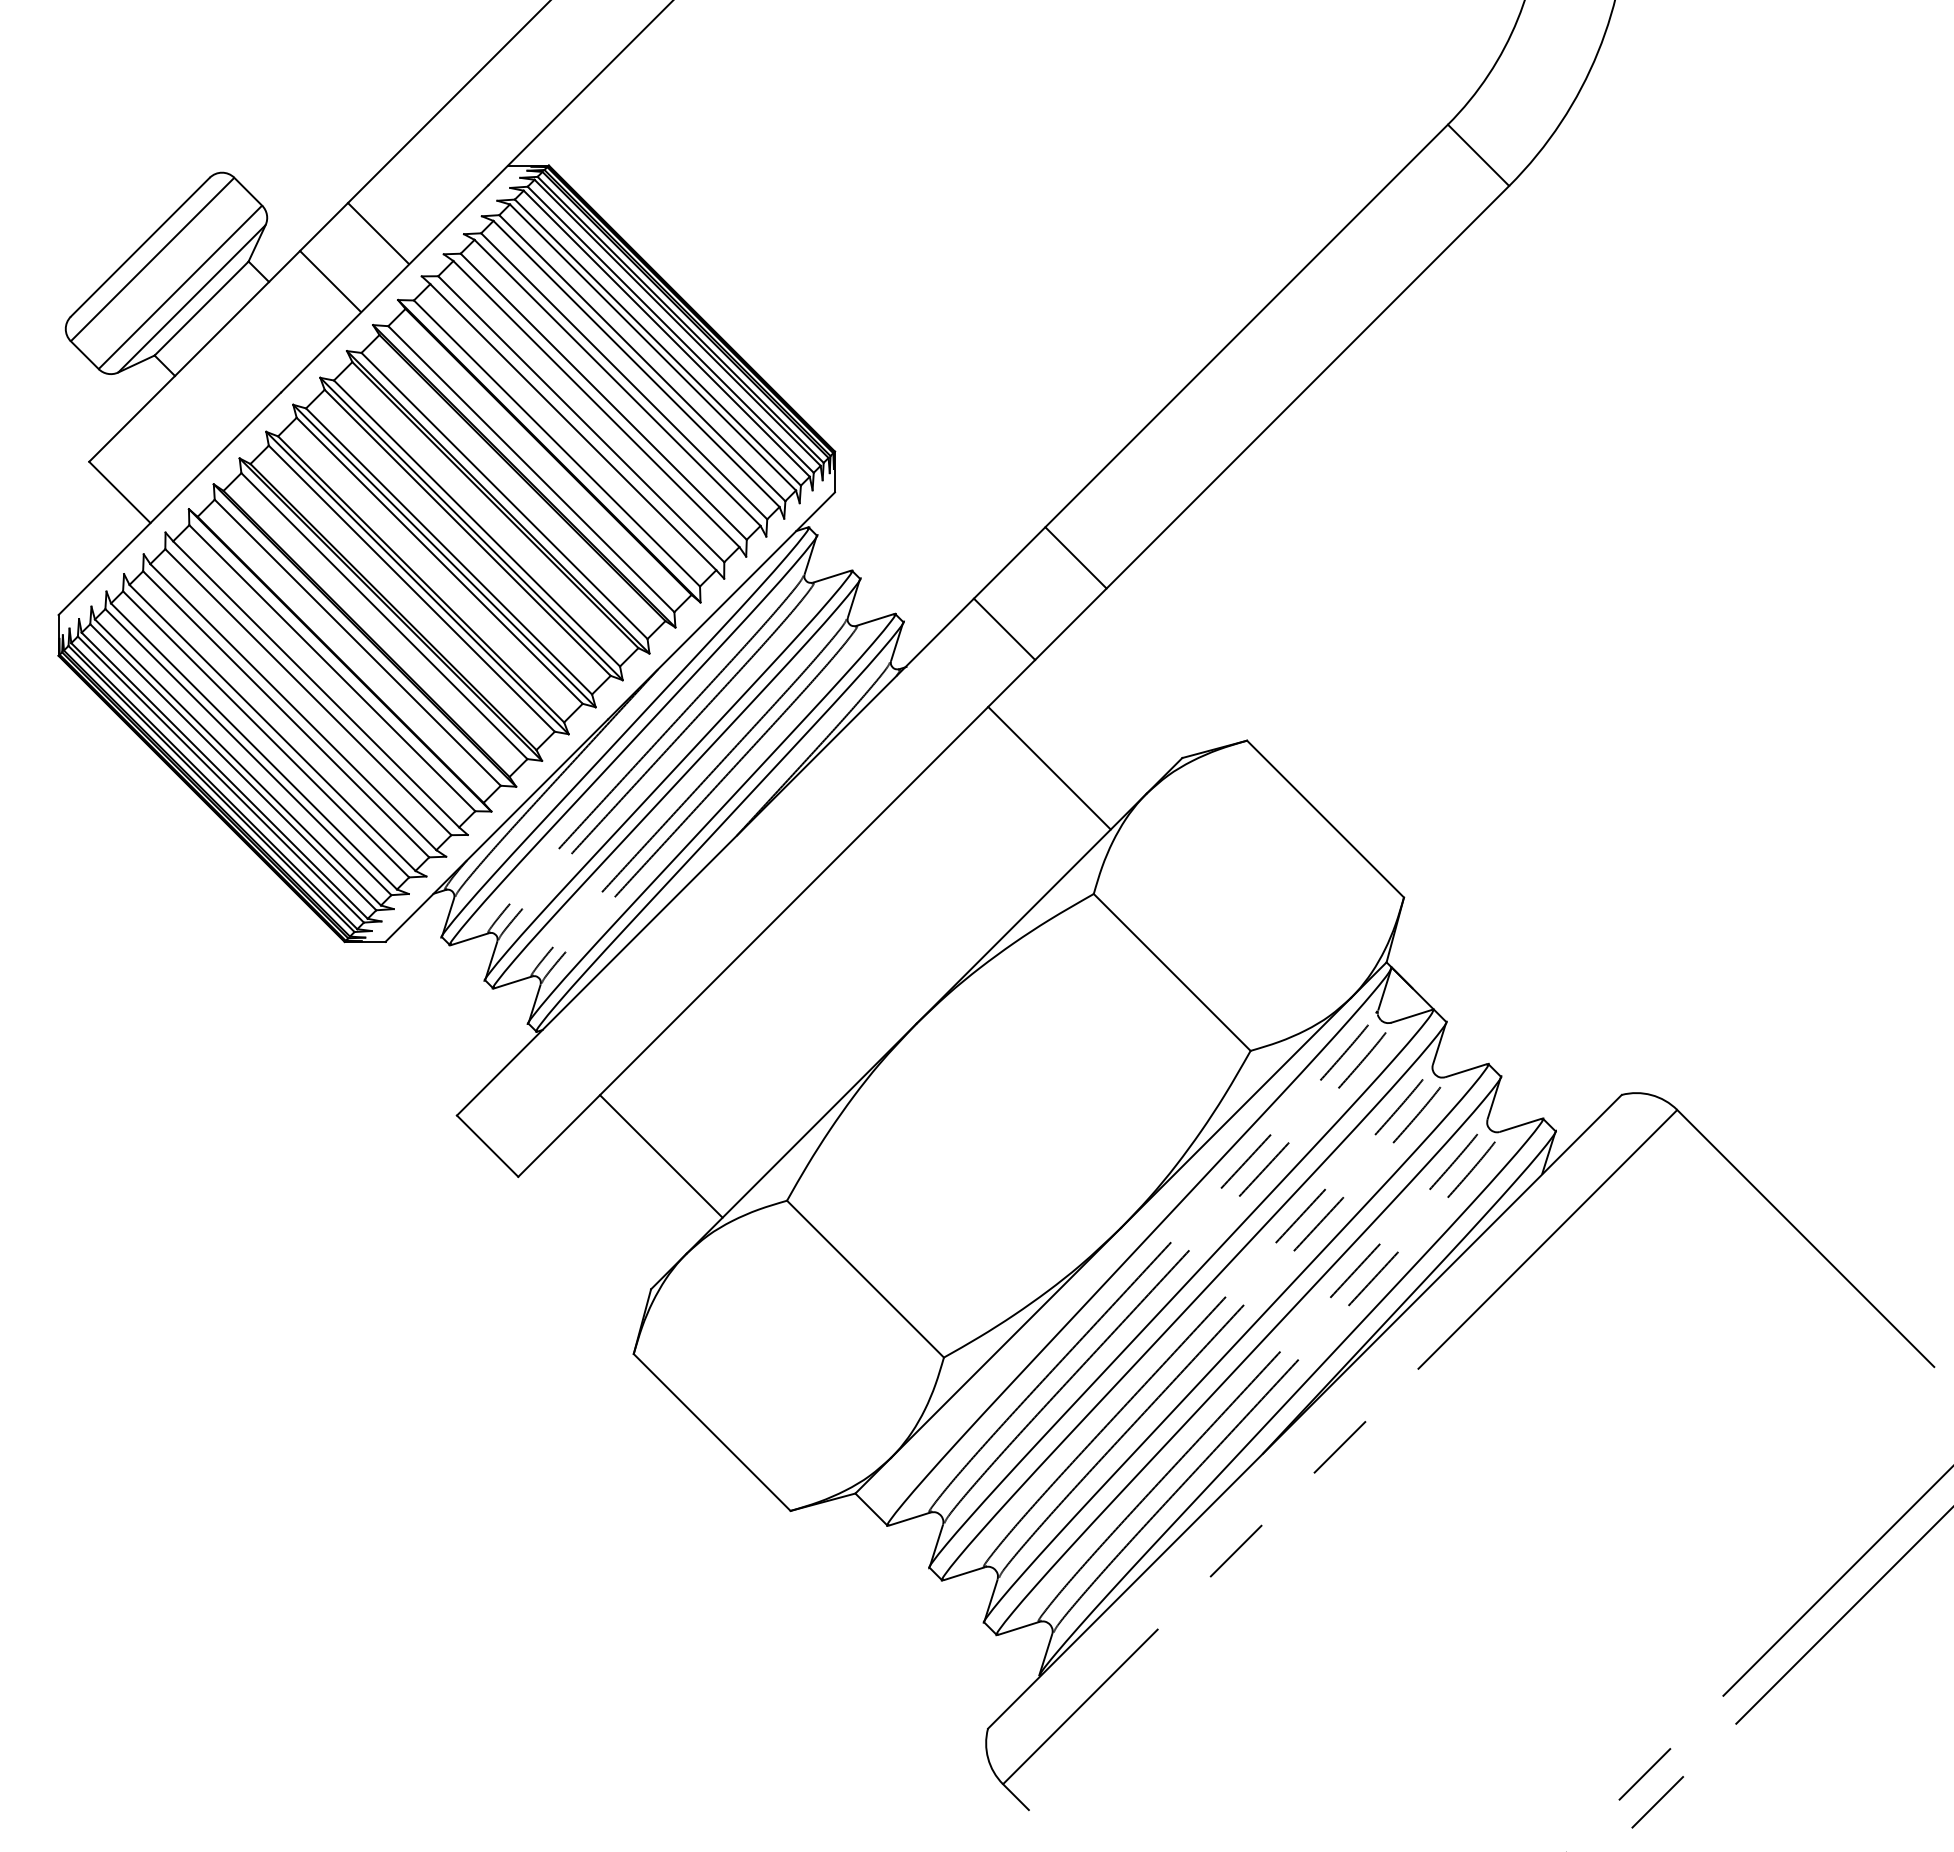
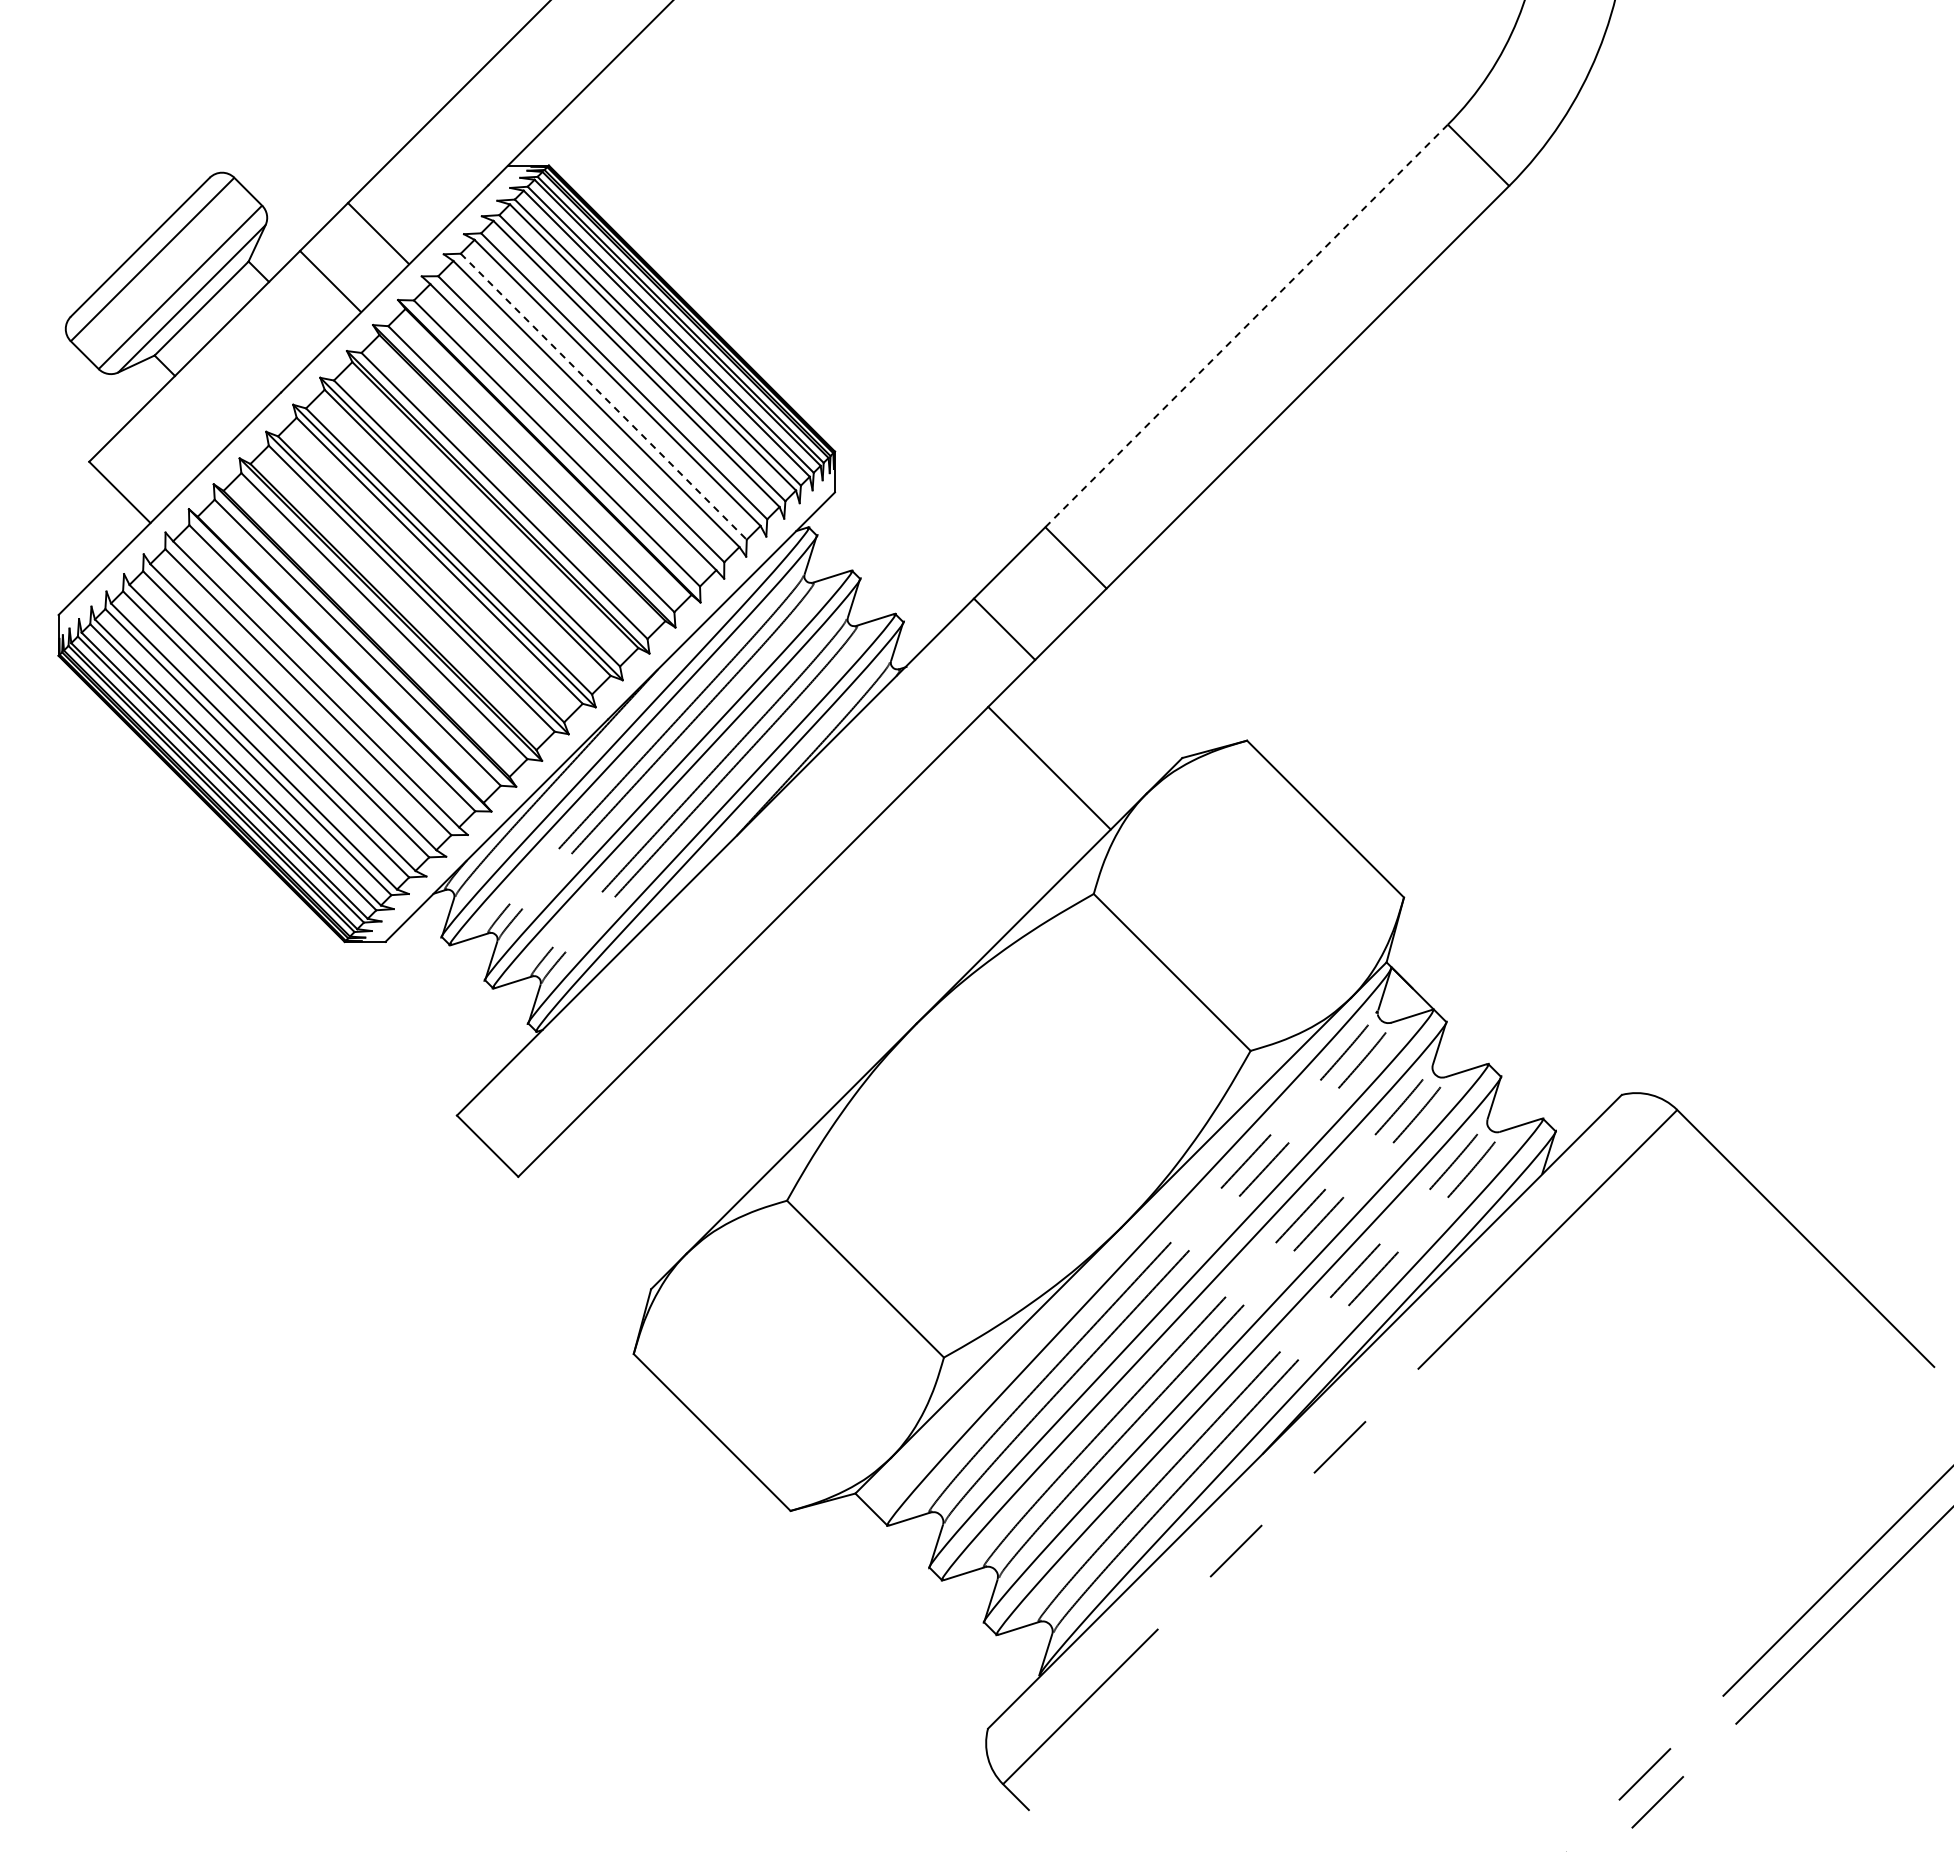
line at (1246, 325): solid -> dashed
line at (604, 397): solid -> dashed
line at (661, 1156): present -> none
